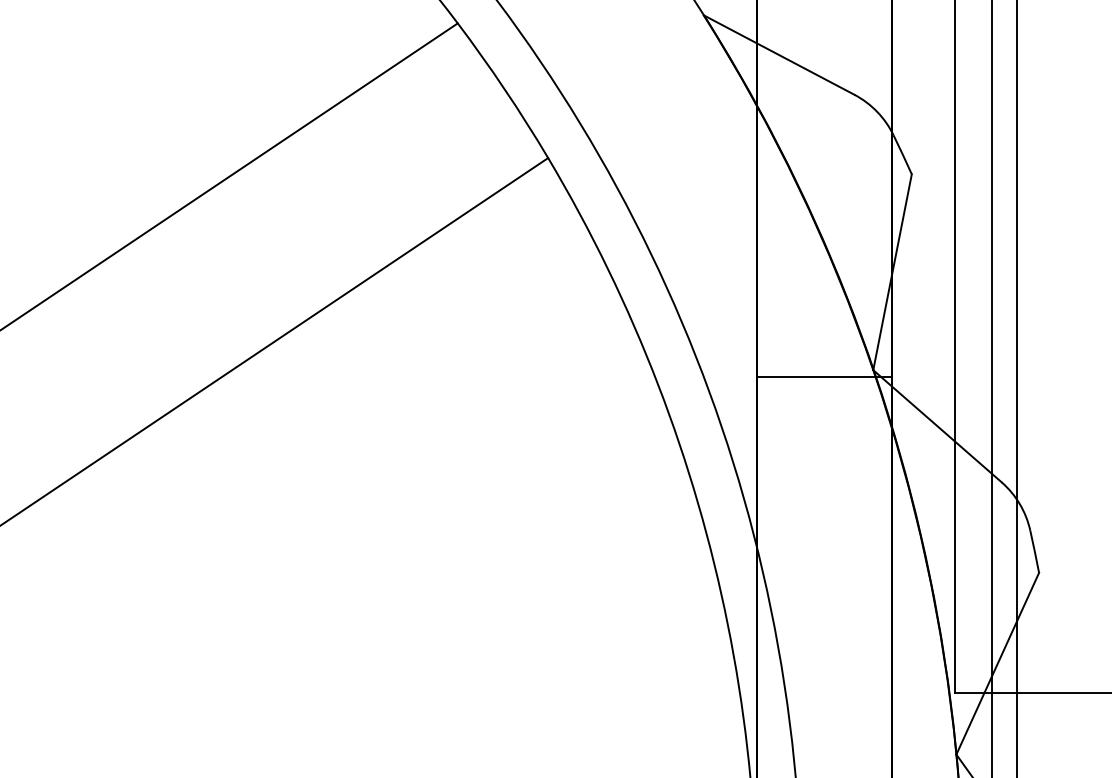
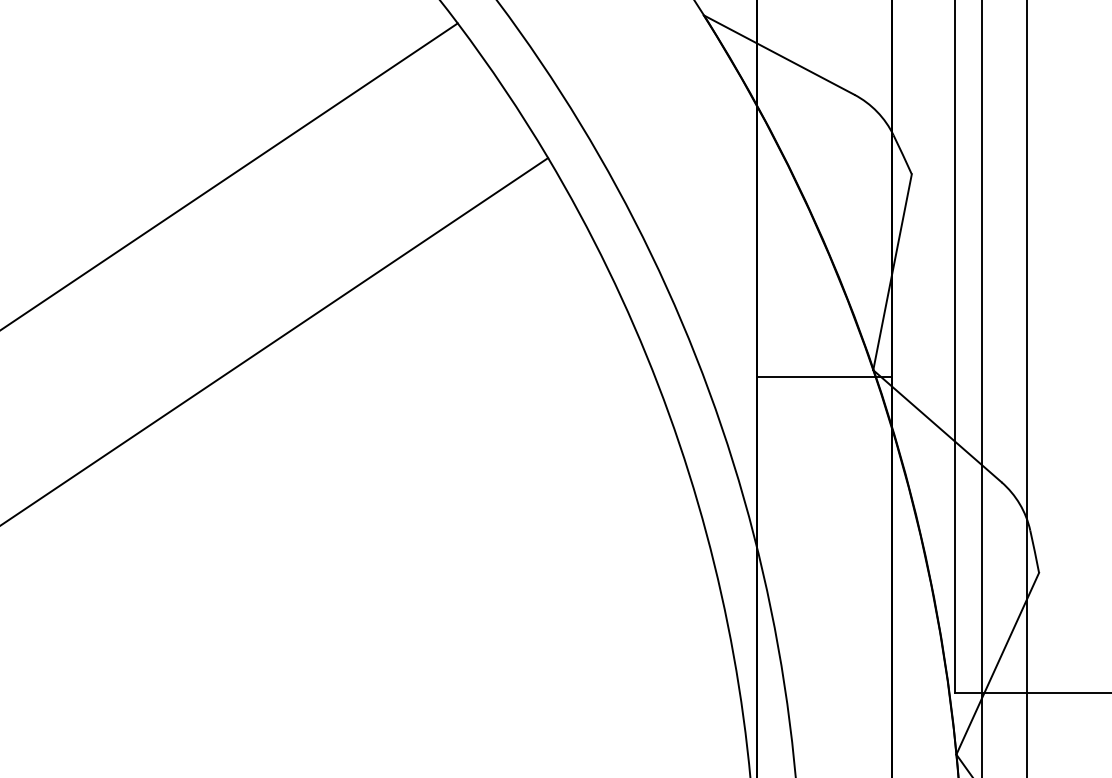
line at (992, 388) position: (992, 388) -> (982, 388)
line at (1017, 388) position: (1017, 388) -> (1027, 388)
